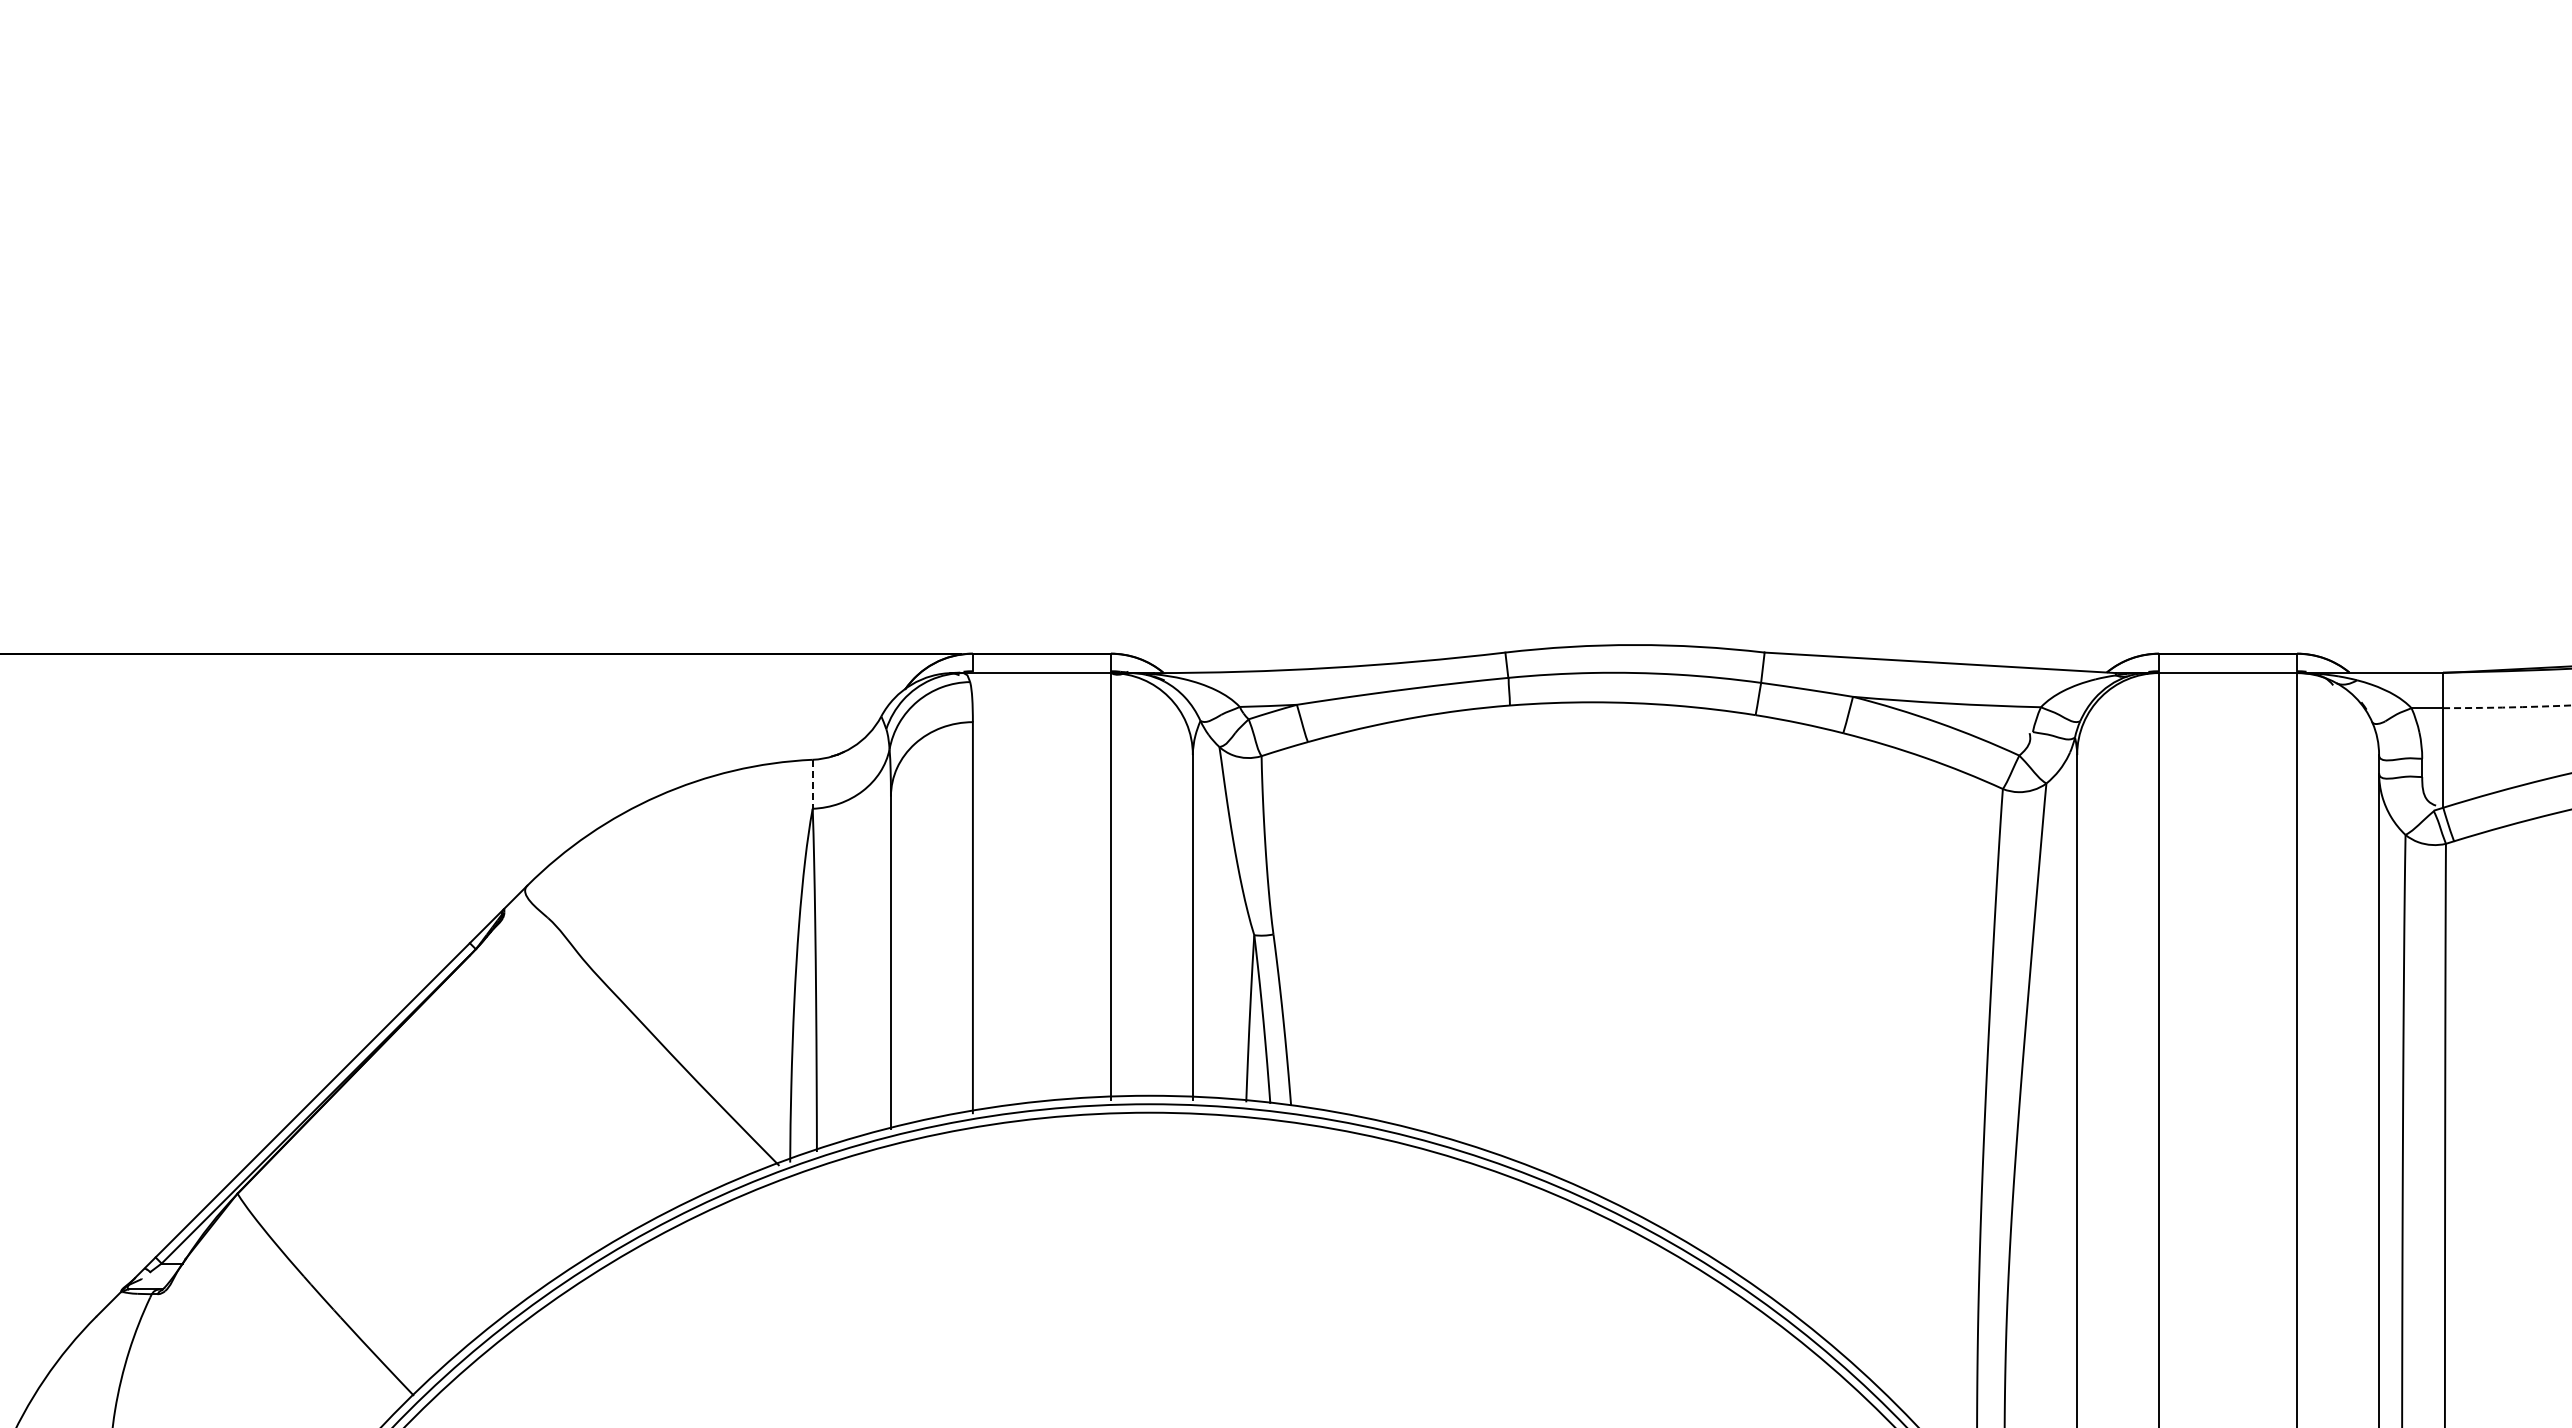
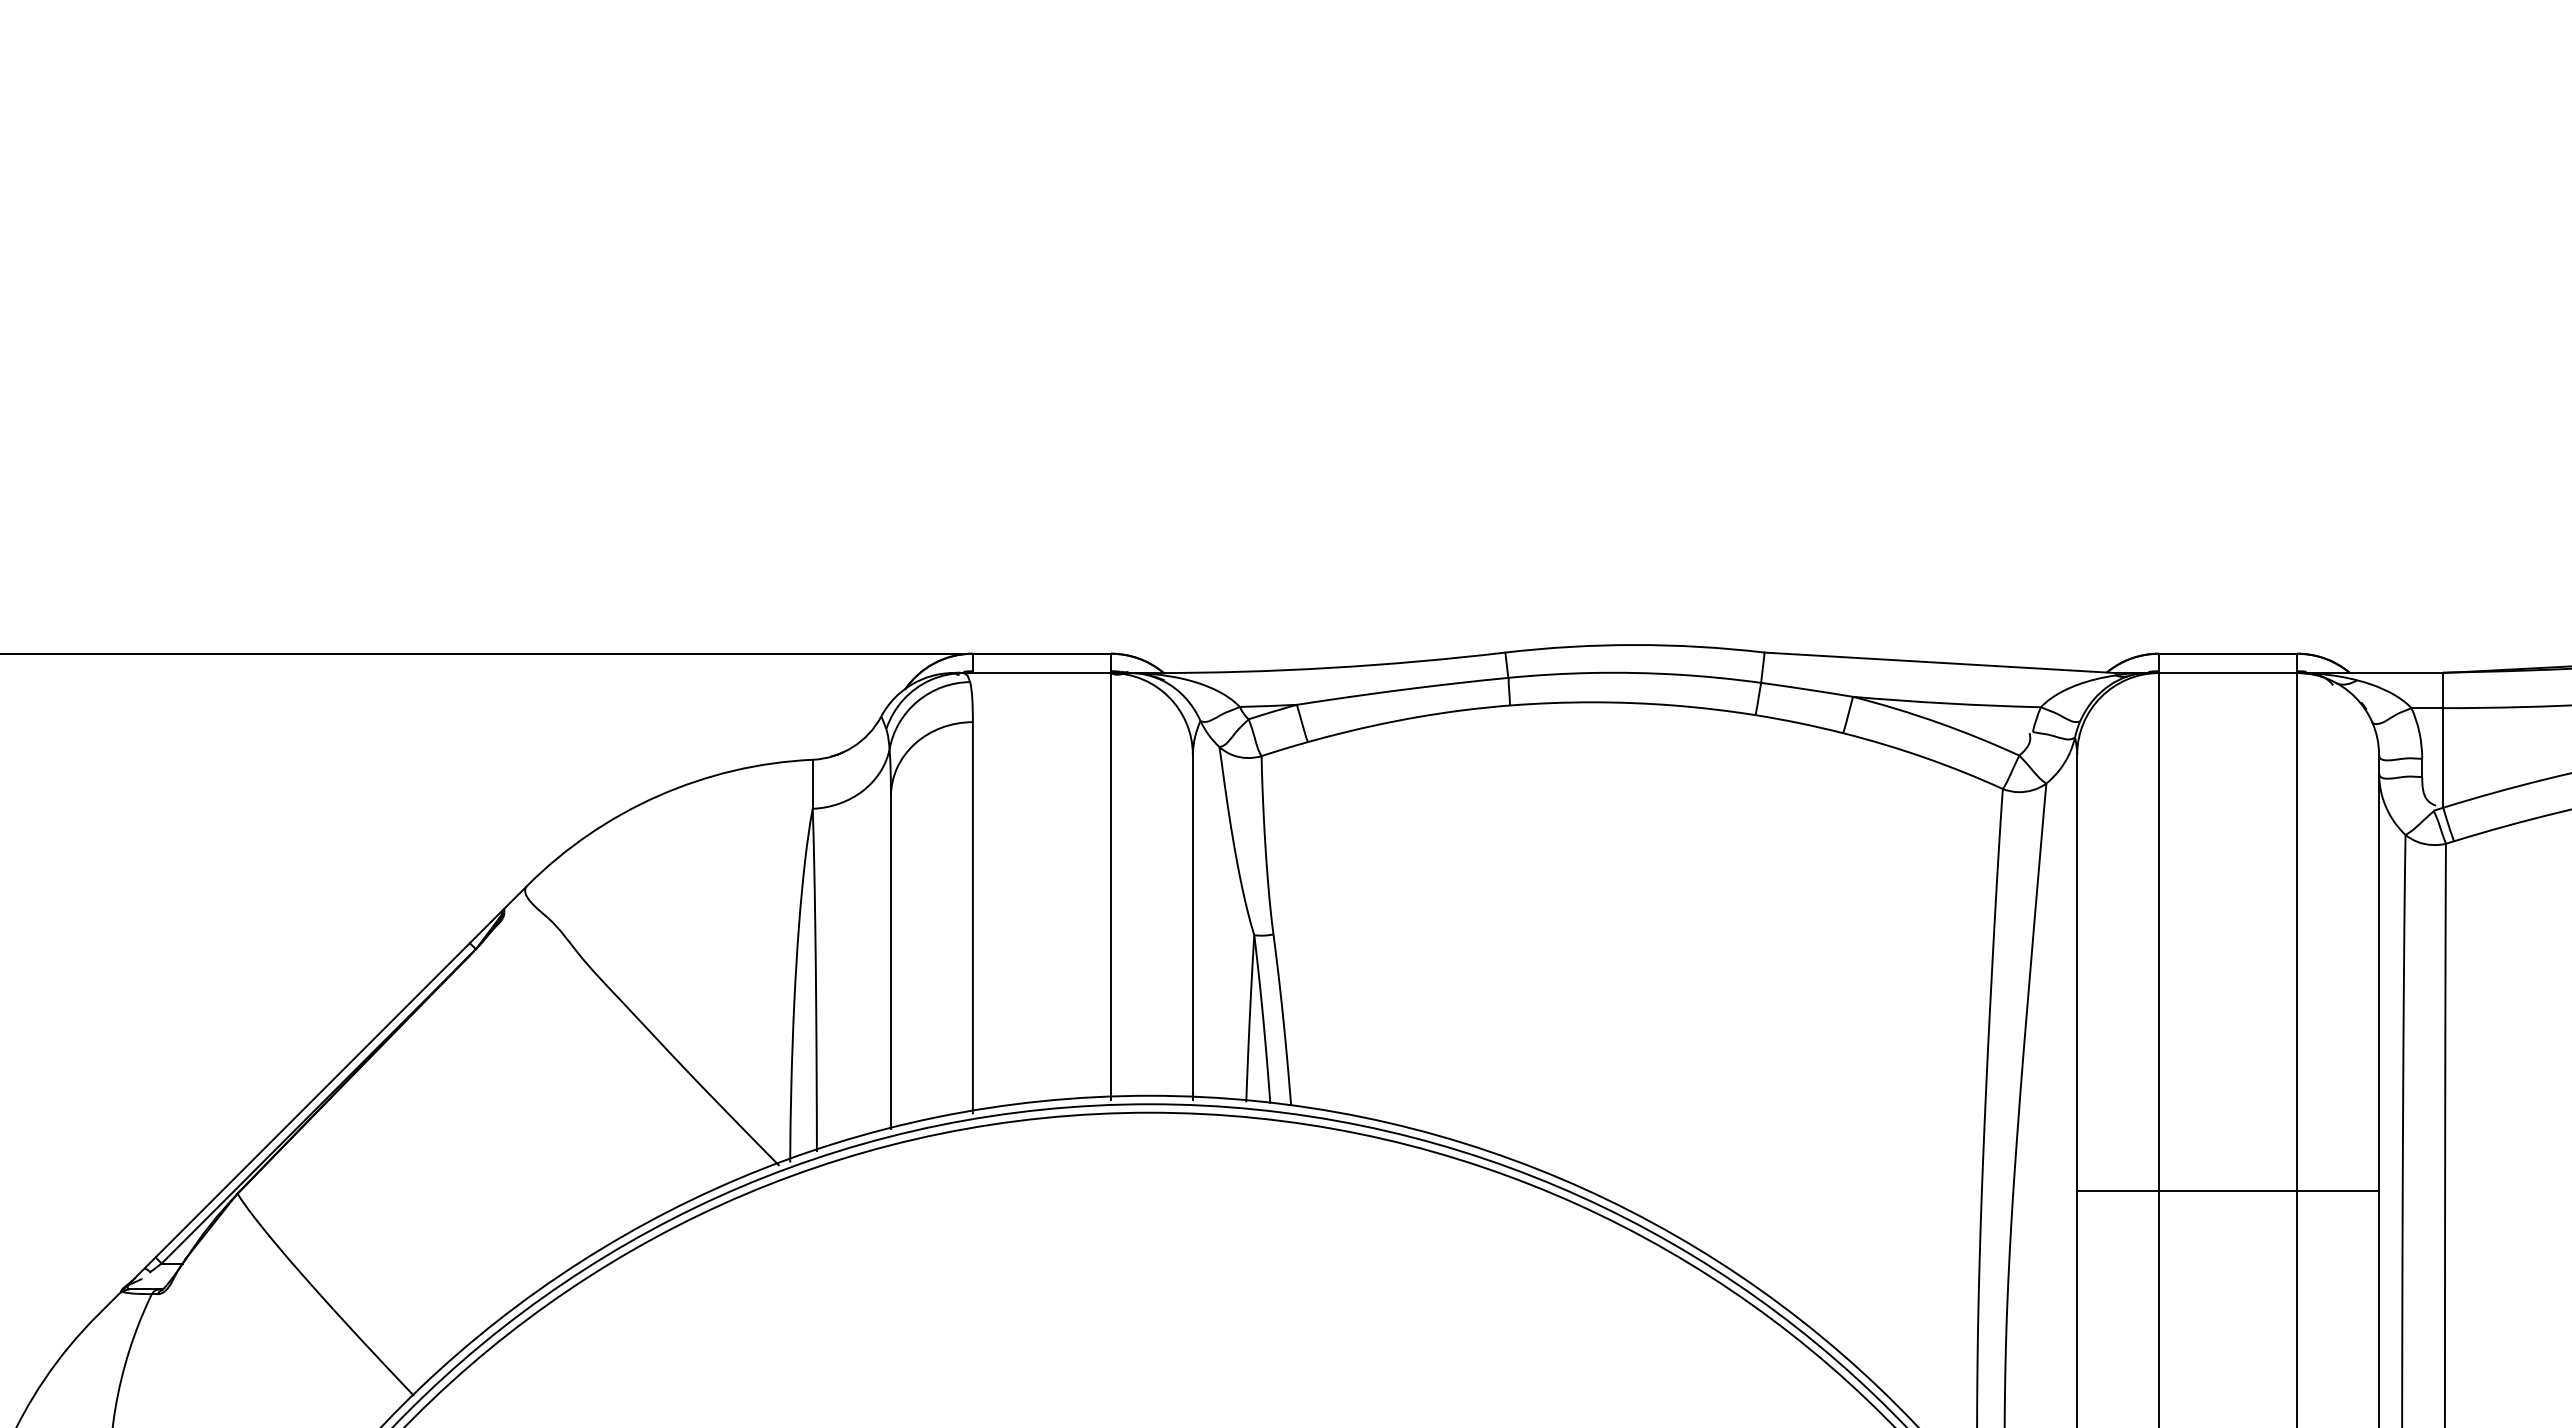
arc at (2508, 707): dashed -> solid
line at (812, 784): dashed -> solid
line at (2228, 1190): none -> present
